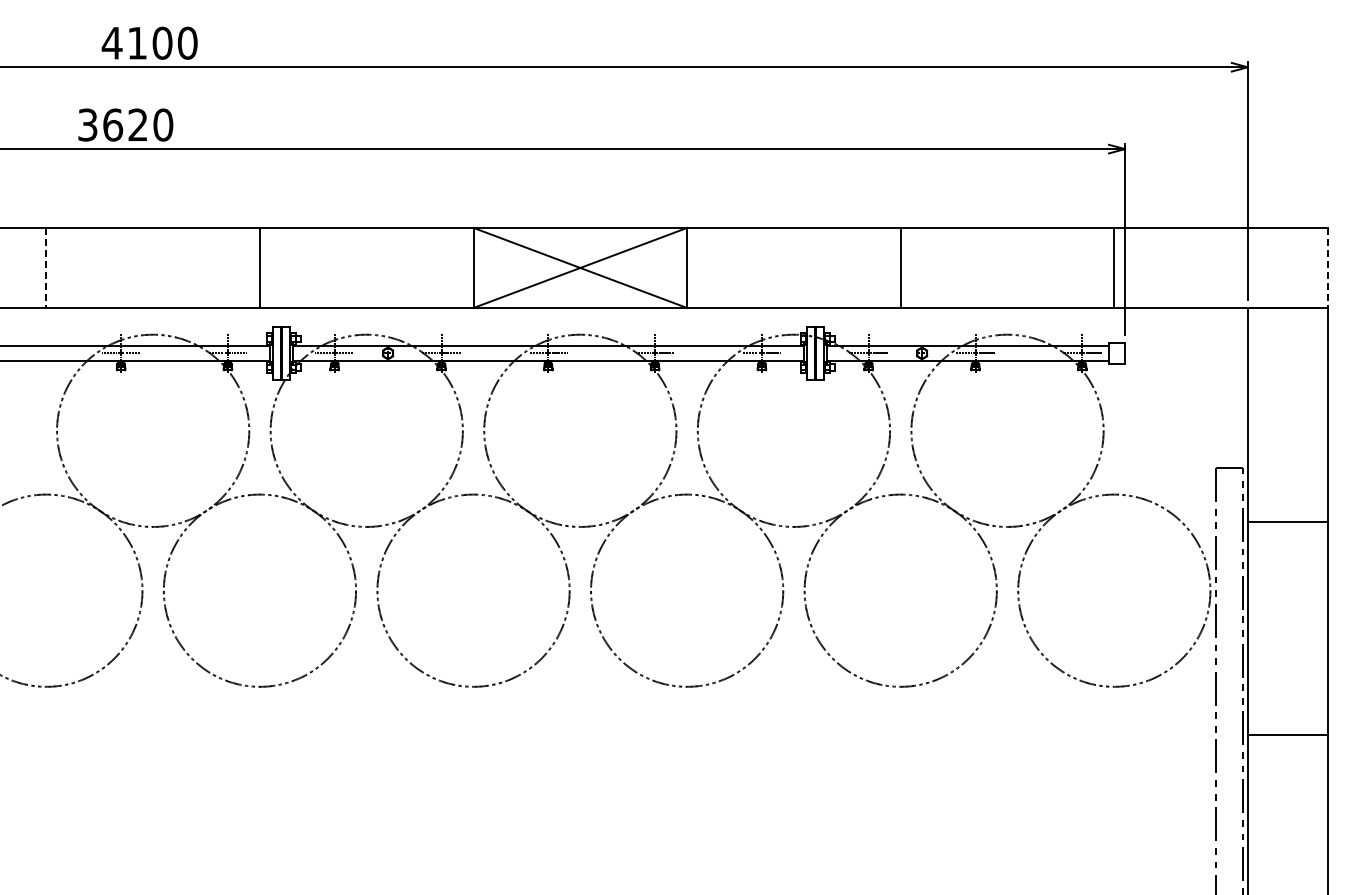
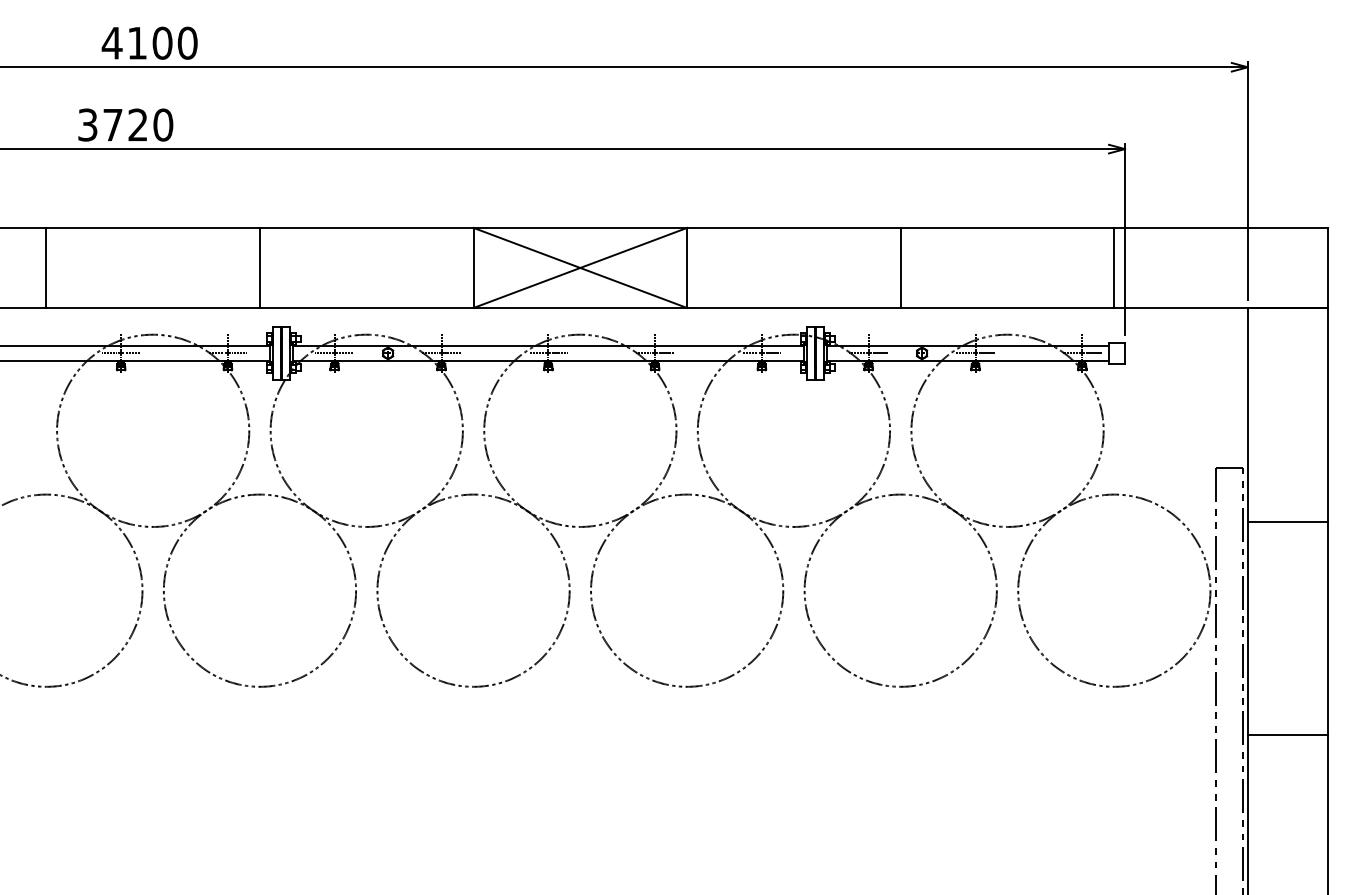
text at (113, 124): 3620 -> 3720
line at (46, 268): dashed -> solid
line at (1327, 268): dashed -> solid
